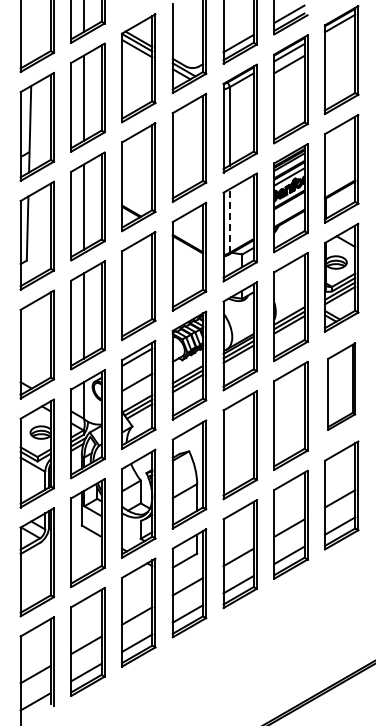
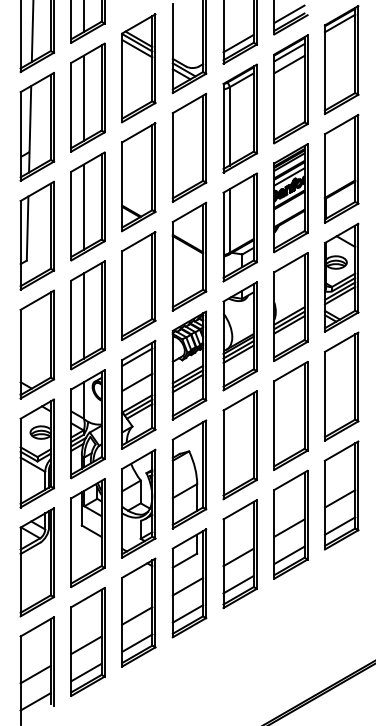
line at (32, 32): none -> present
line at (229, 221): dashed -> solid
part at (341, 386) size: 30x89 px -> 36x111 px
